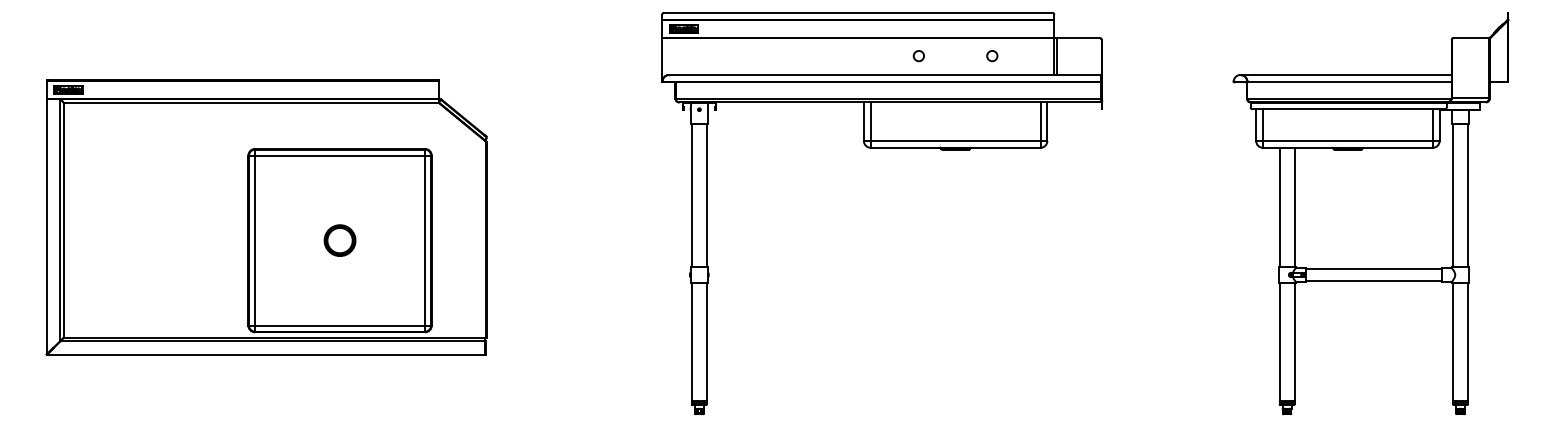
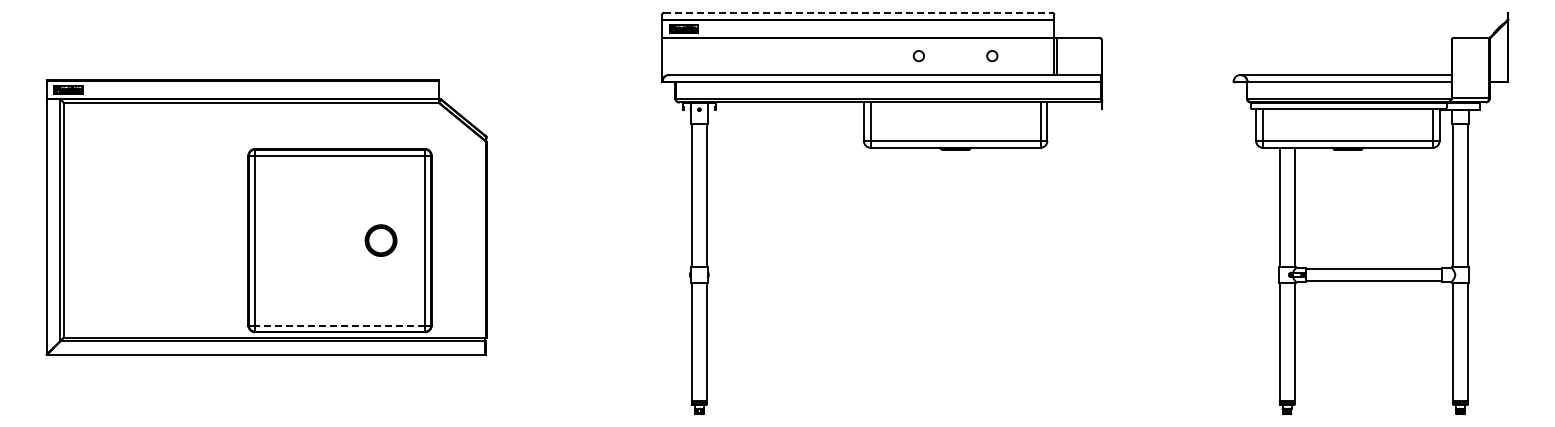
line at (858, 12): solid -> dashed
part at (339, 240) position: (339, 240) -> (380, 240)
line at (340, 325): solid -> dashed
